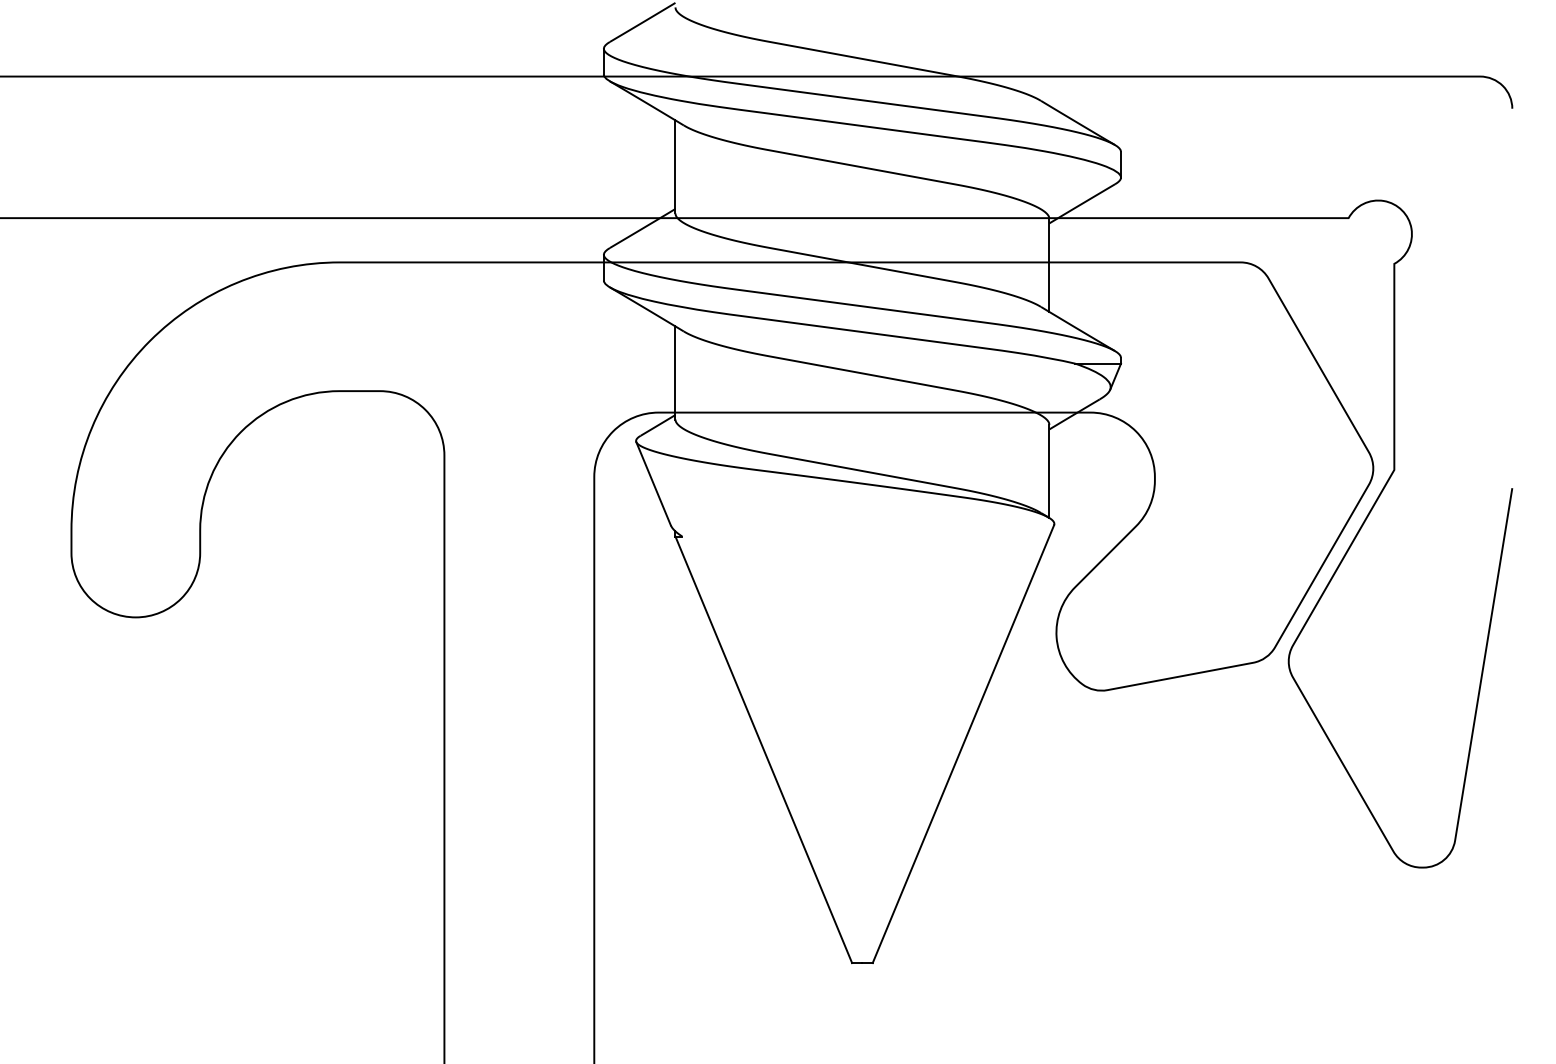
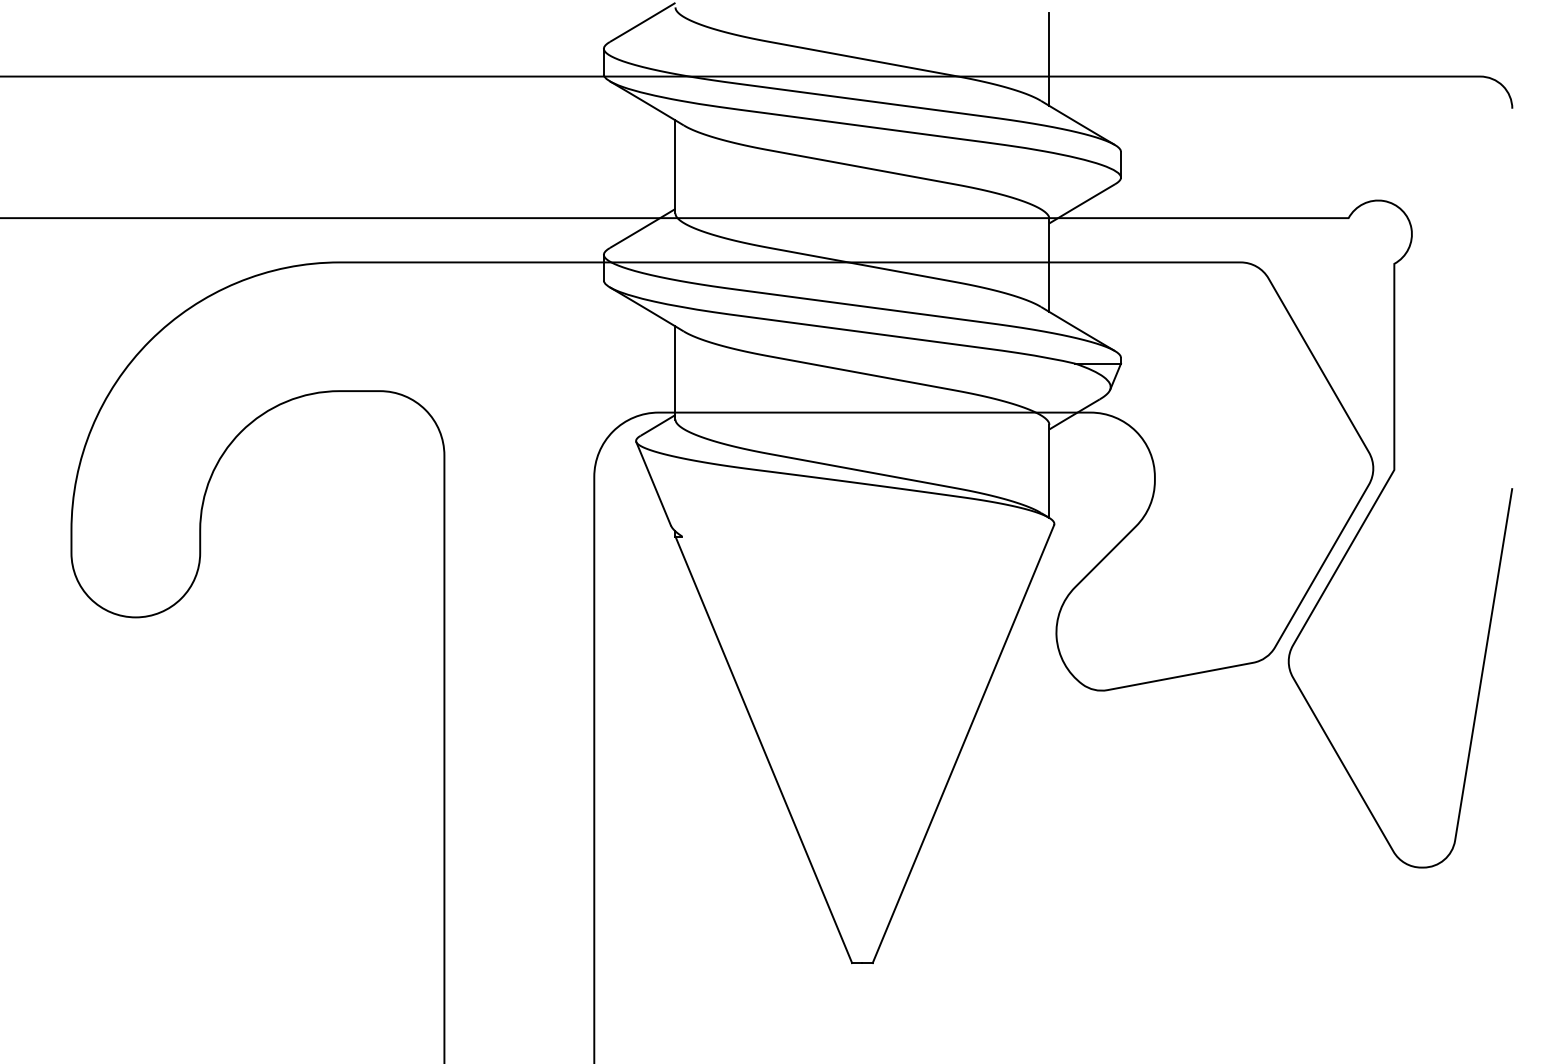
line at (1049, 58): none -> present
